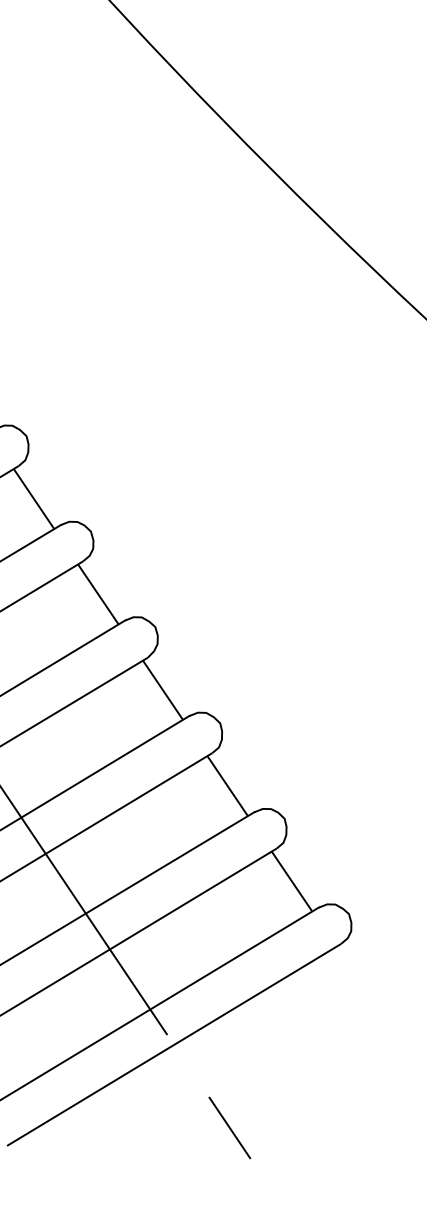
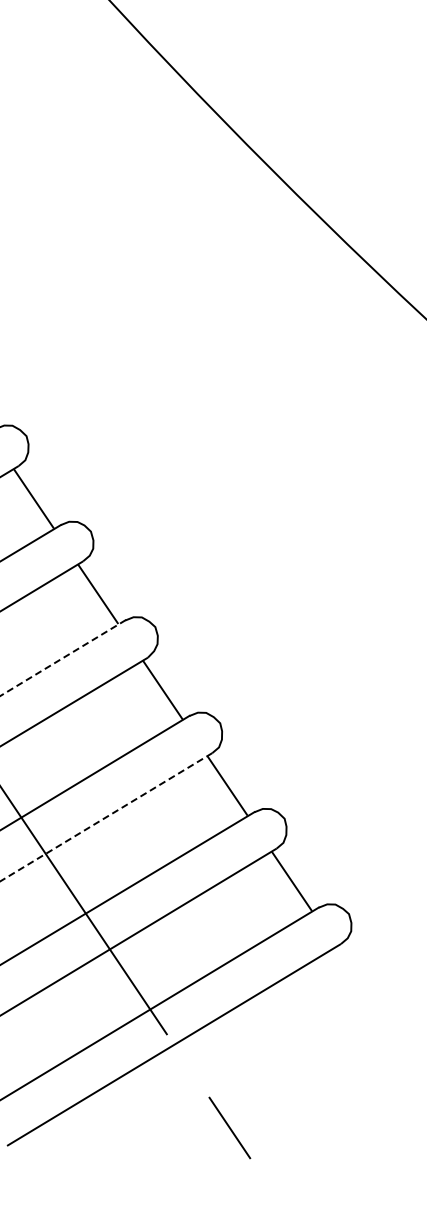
line at (62, 658): solid -> dashed
line at (106, 817): solid -> dashed
